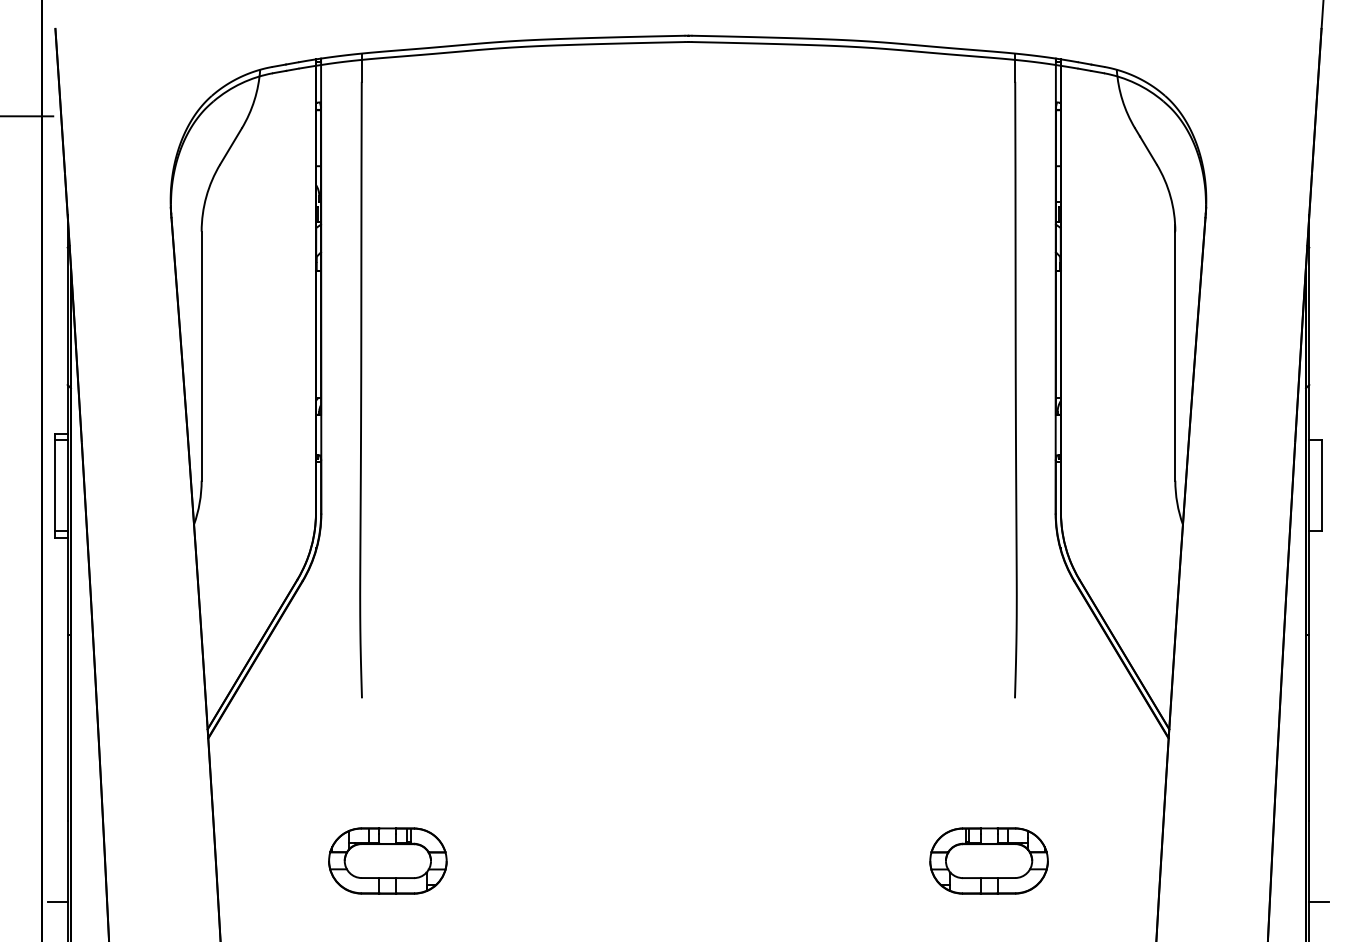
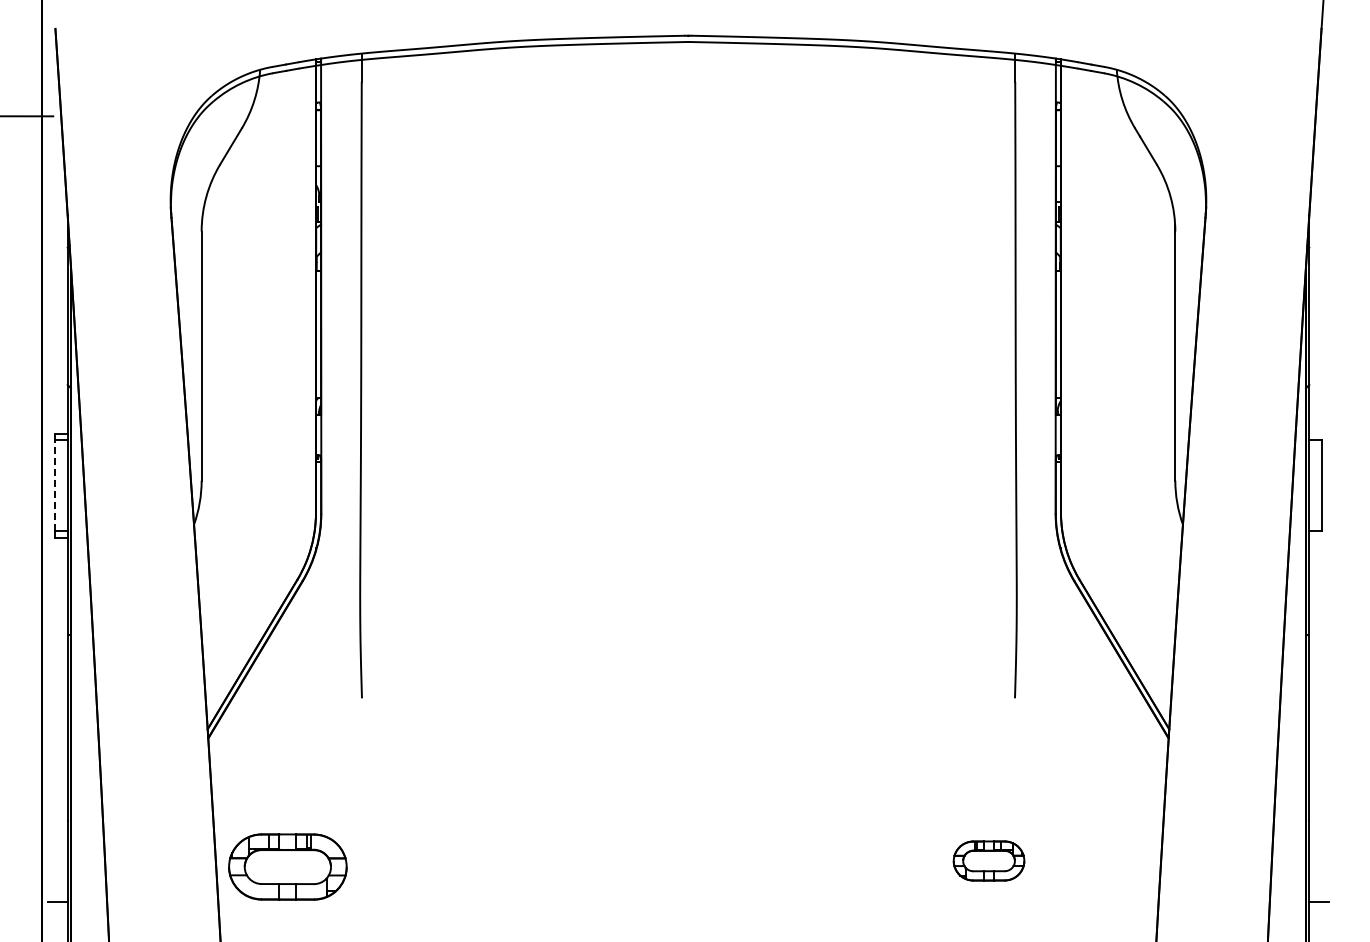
line at (54, 485): solid -> dashed
part at (387, 860) position: (387, 860) -> (287, 866)
part at (988, 860) size: 120x68 px -> 74x42 px
